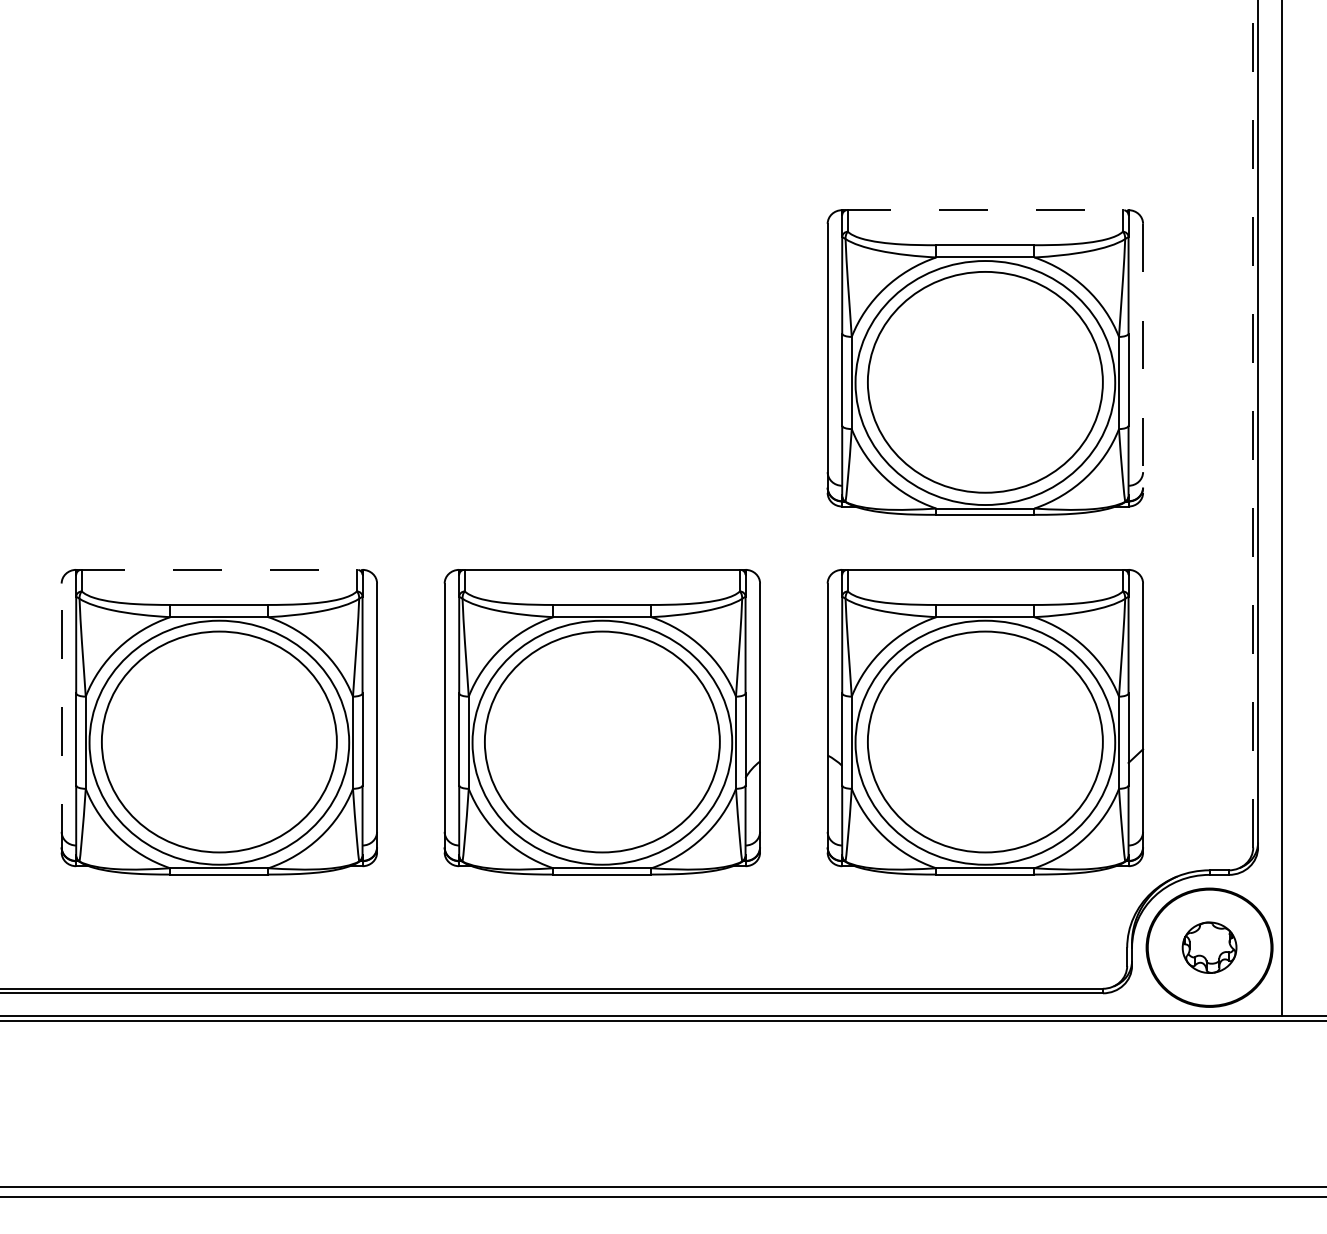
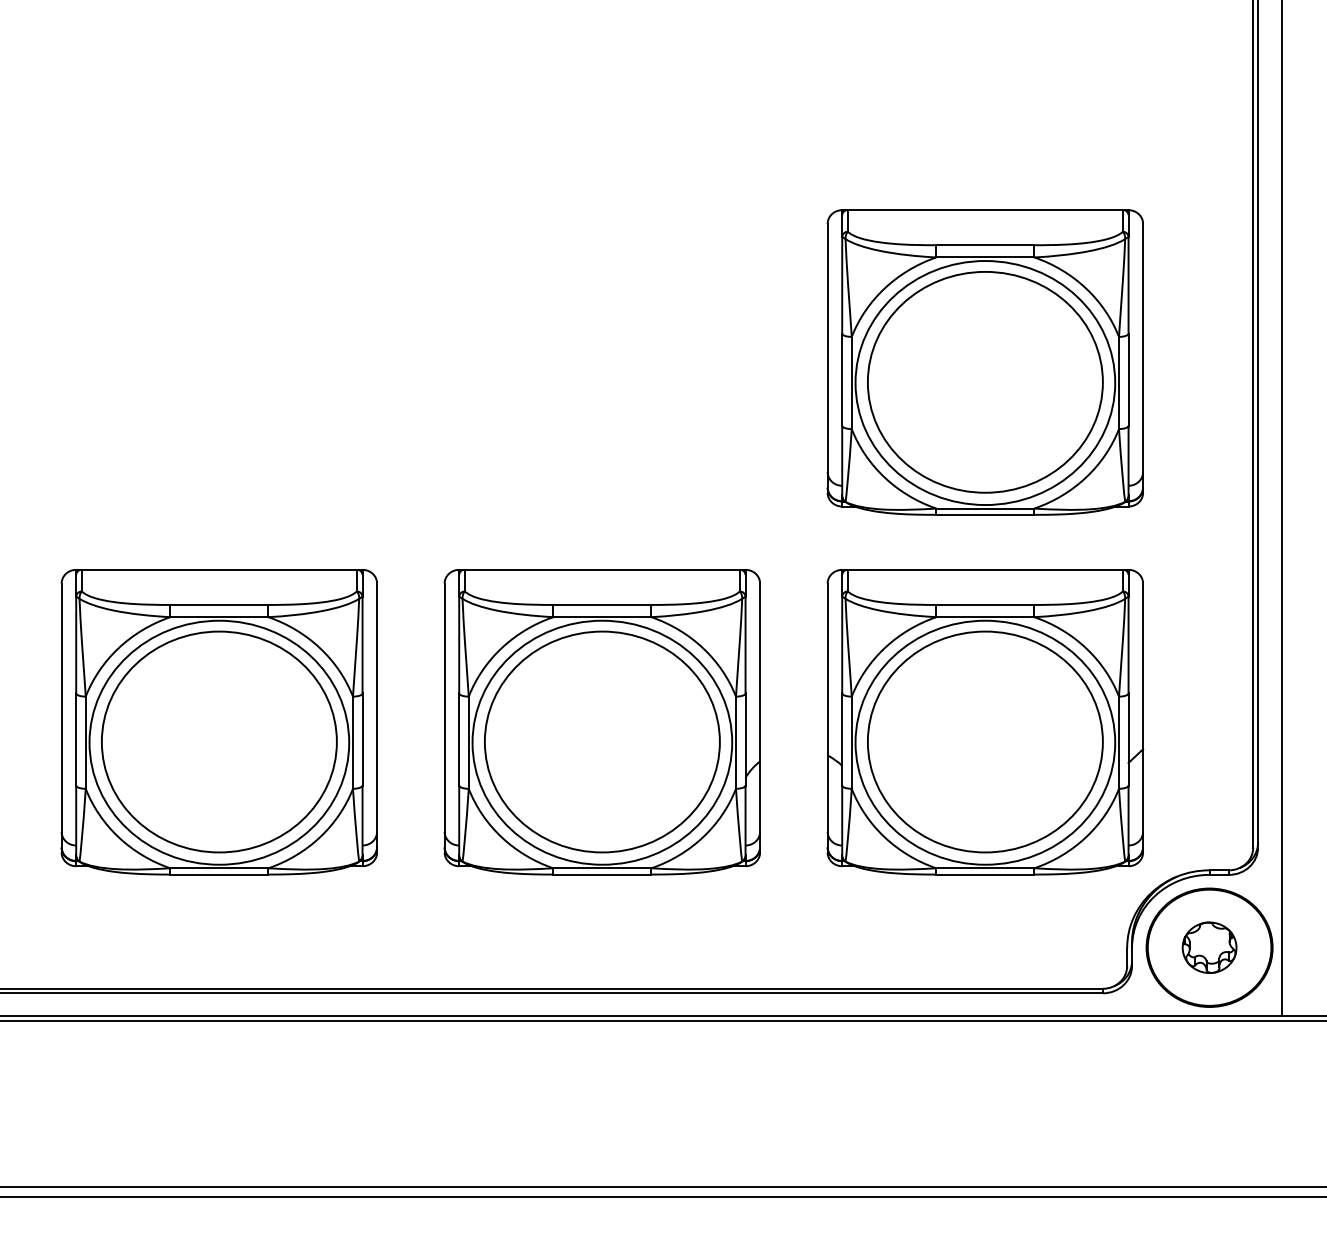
line at (985, 210): dashed -> solid
line at (1143, 358): dashed -> solid
line at (1253, 423): dashed -> solid
line at (219, 569): dashed -> solid
line at (61, 718): dashed -> solid
